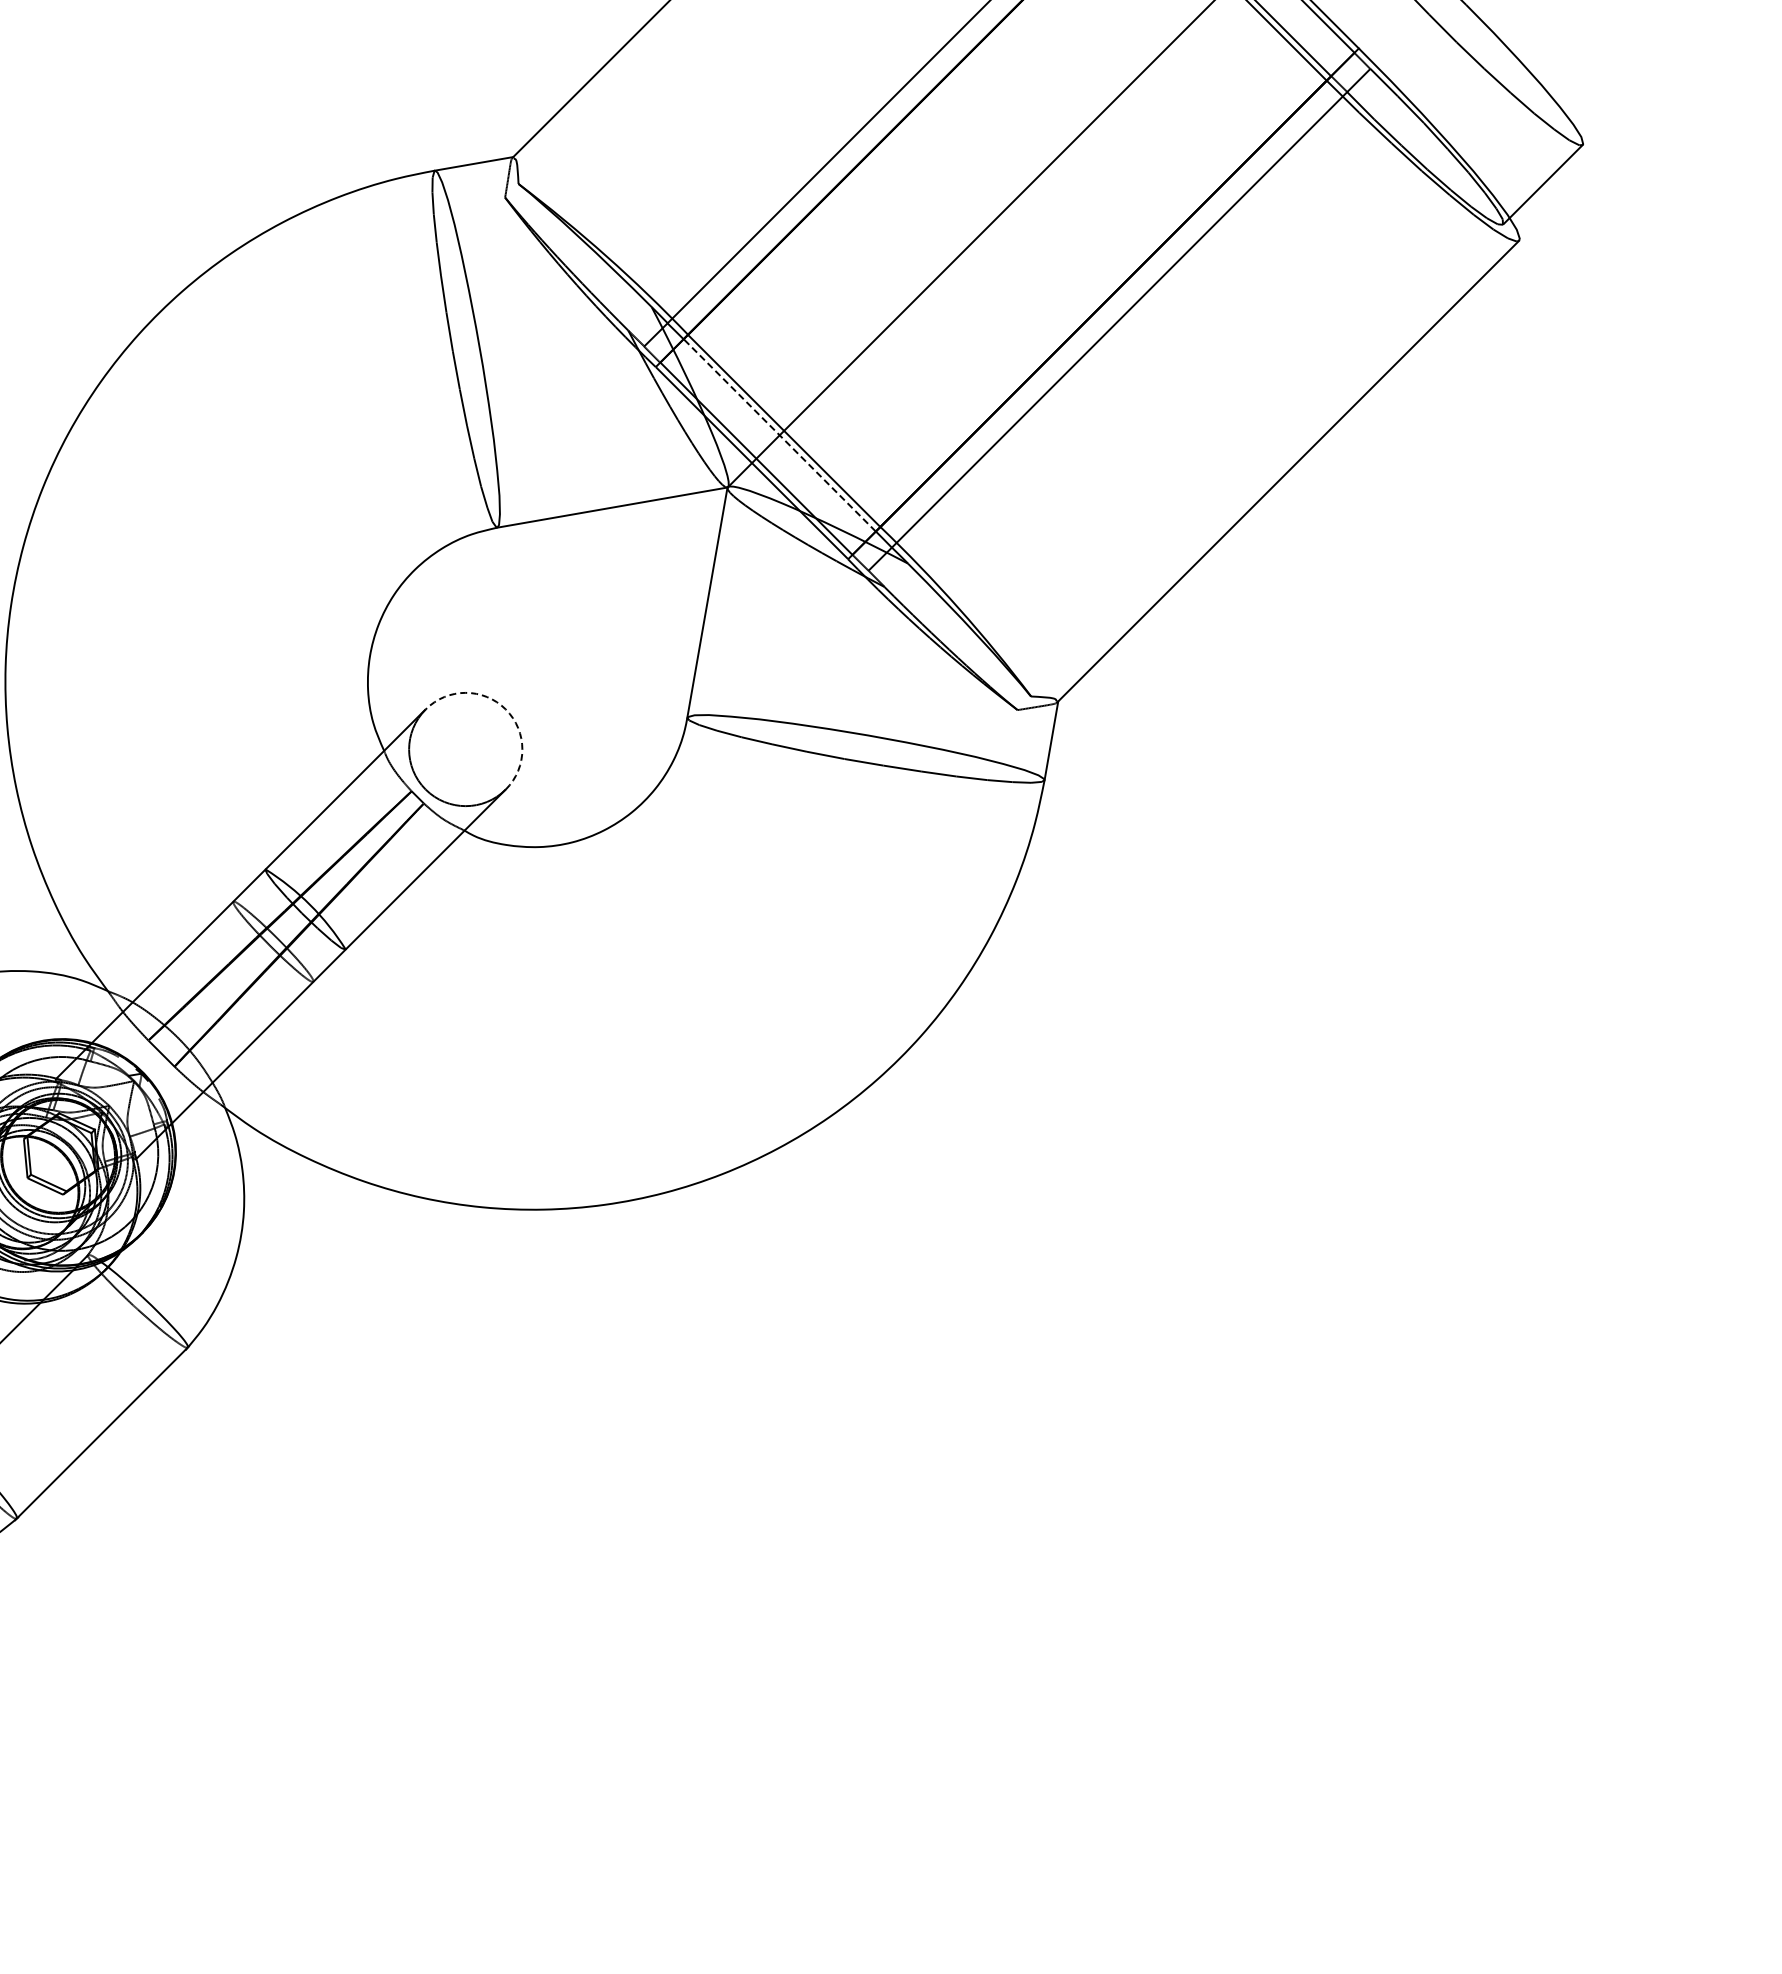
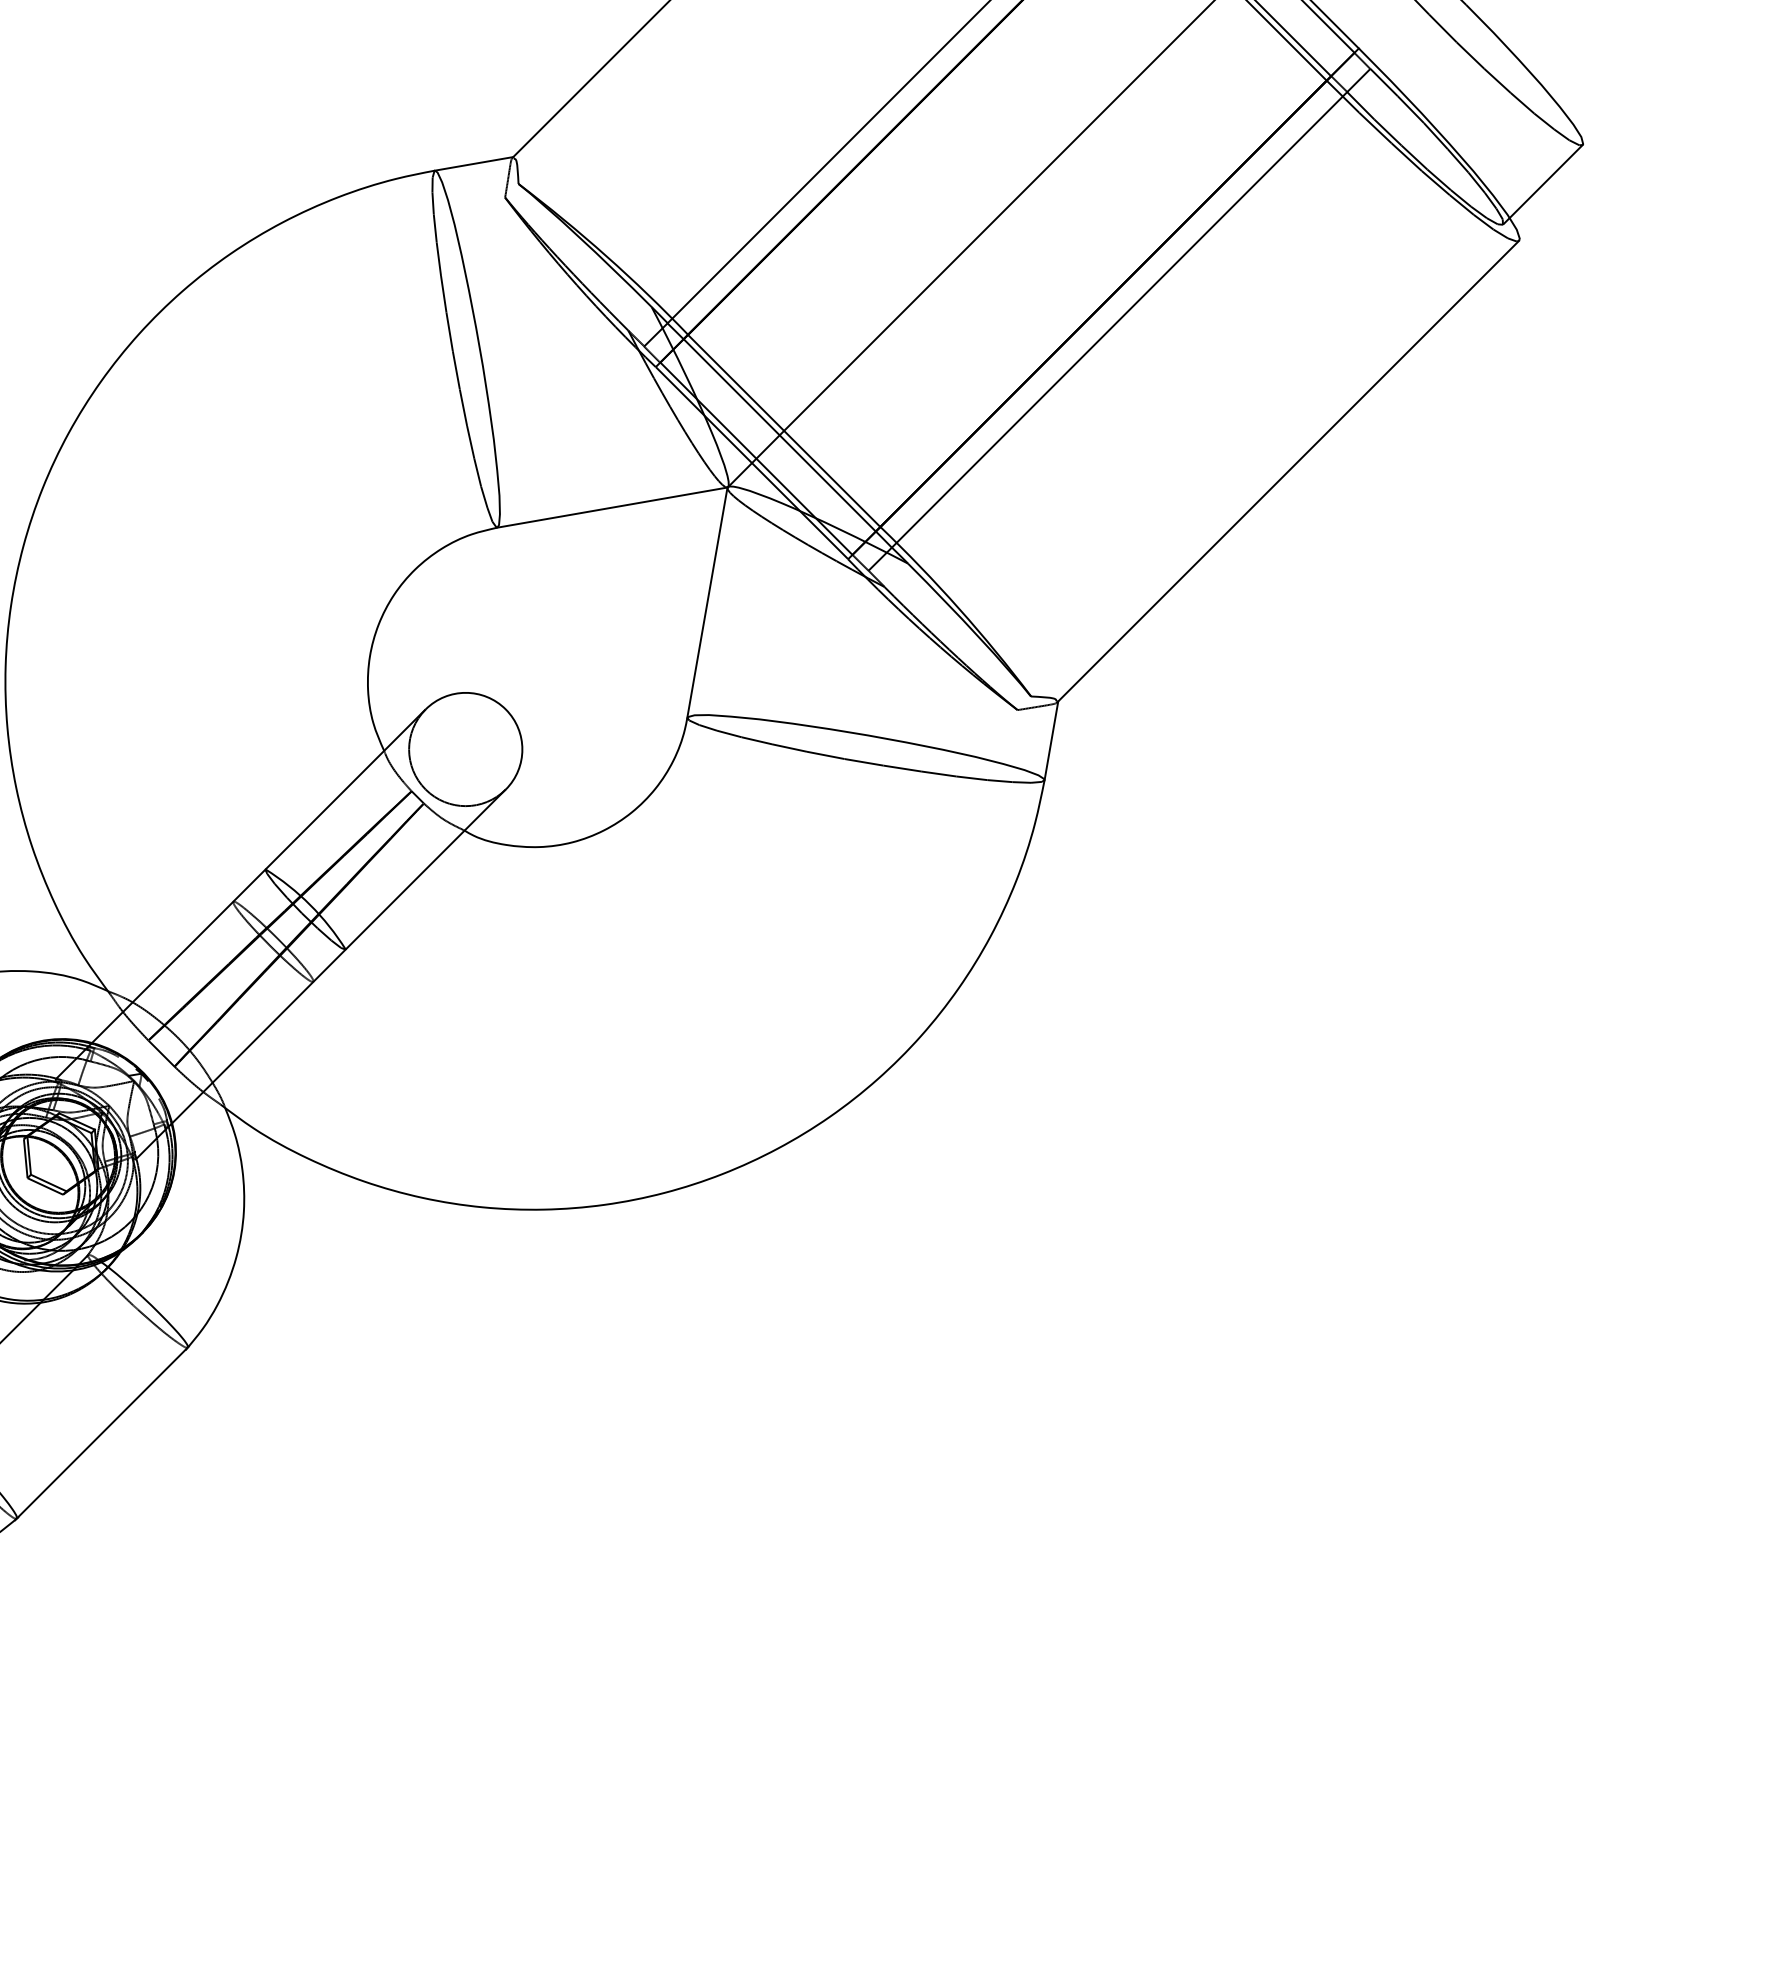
line at (779, 435): dashed -> solid
arc at (505, 709): dashed -> solid
